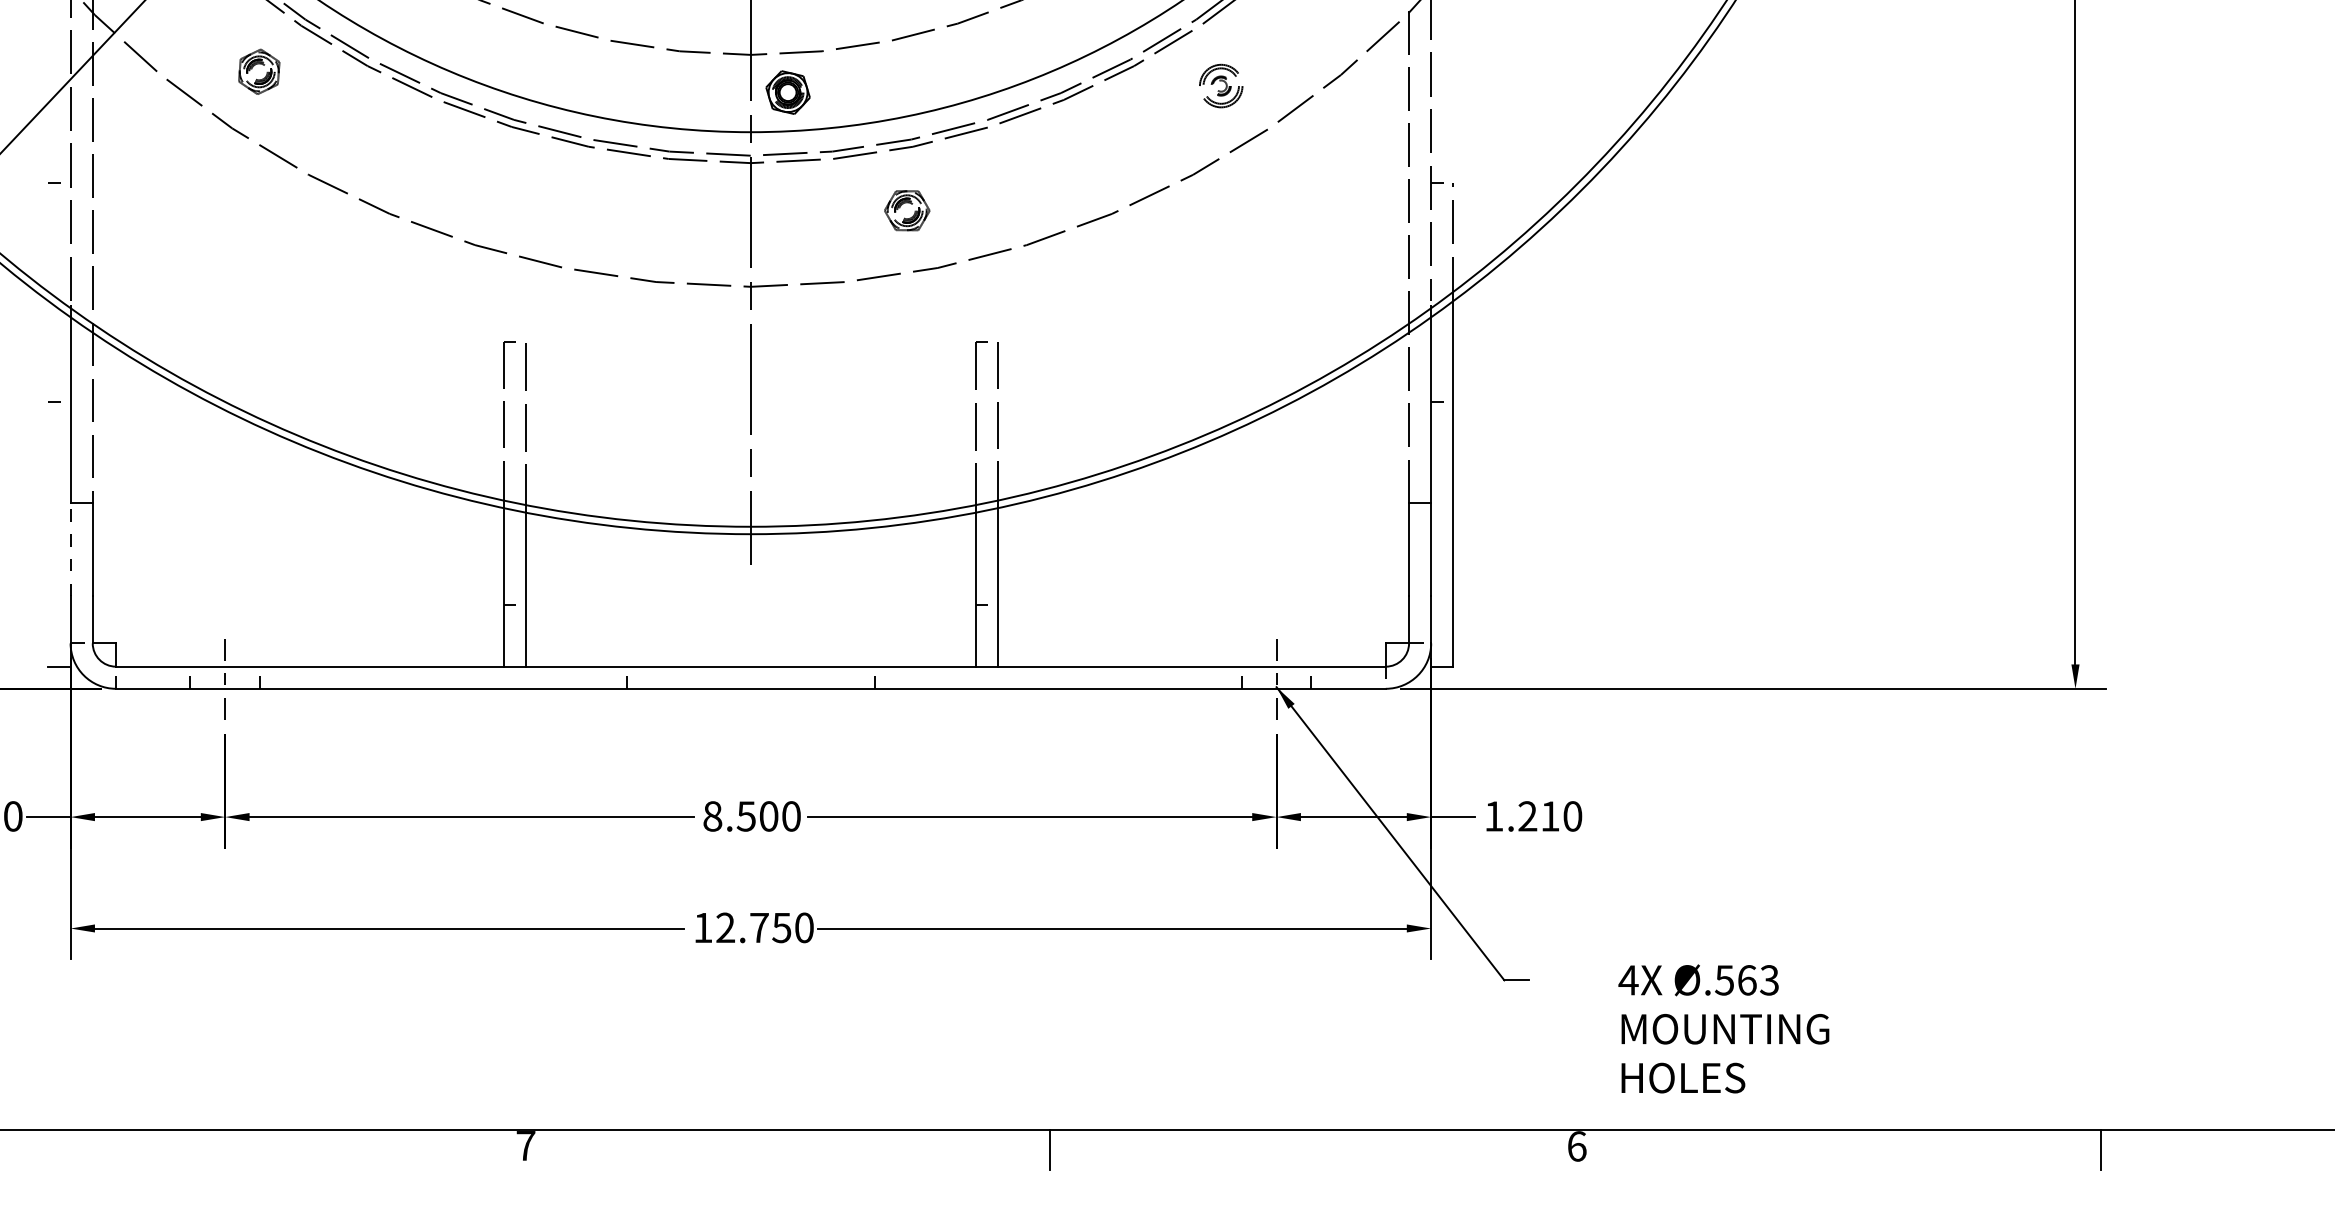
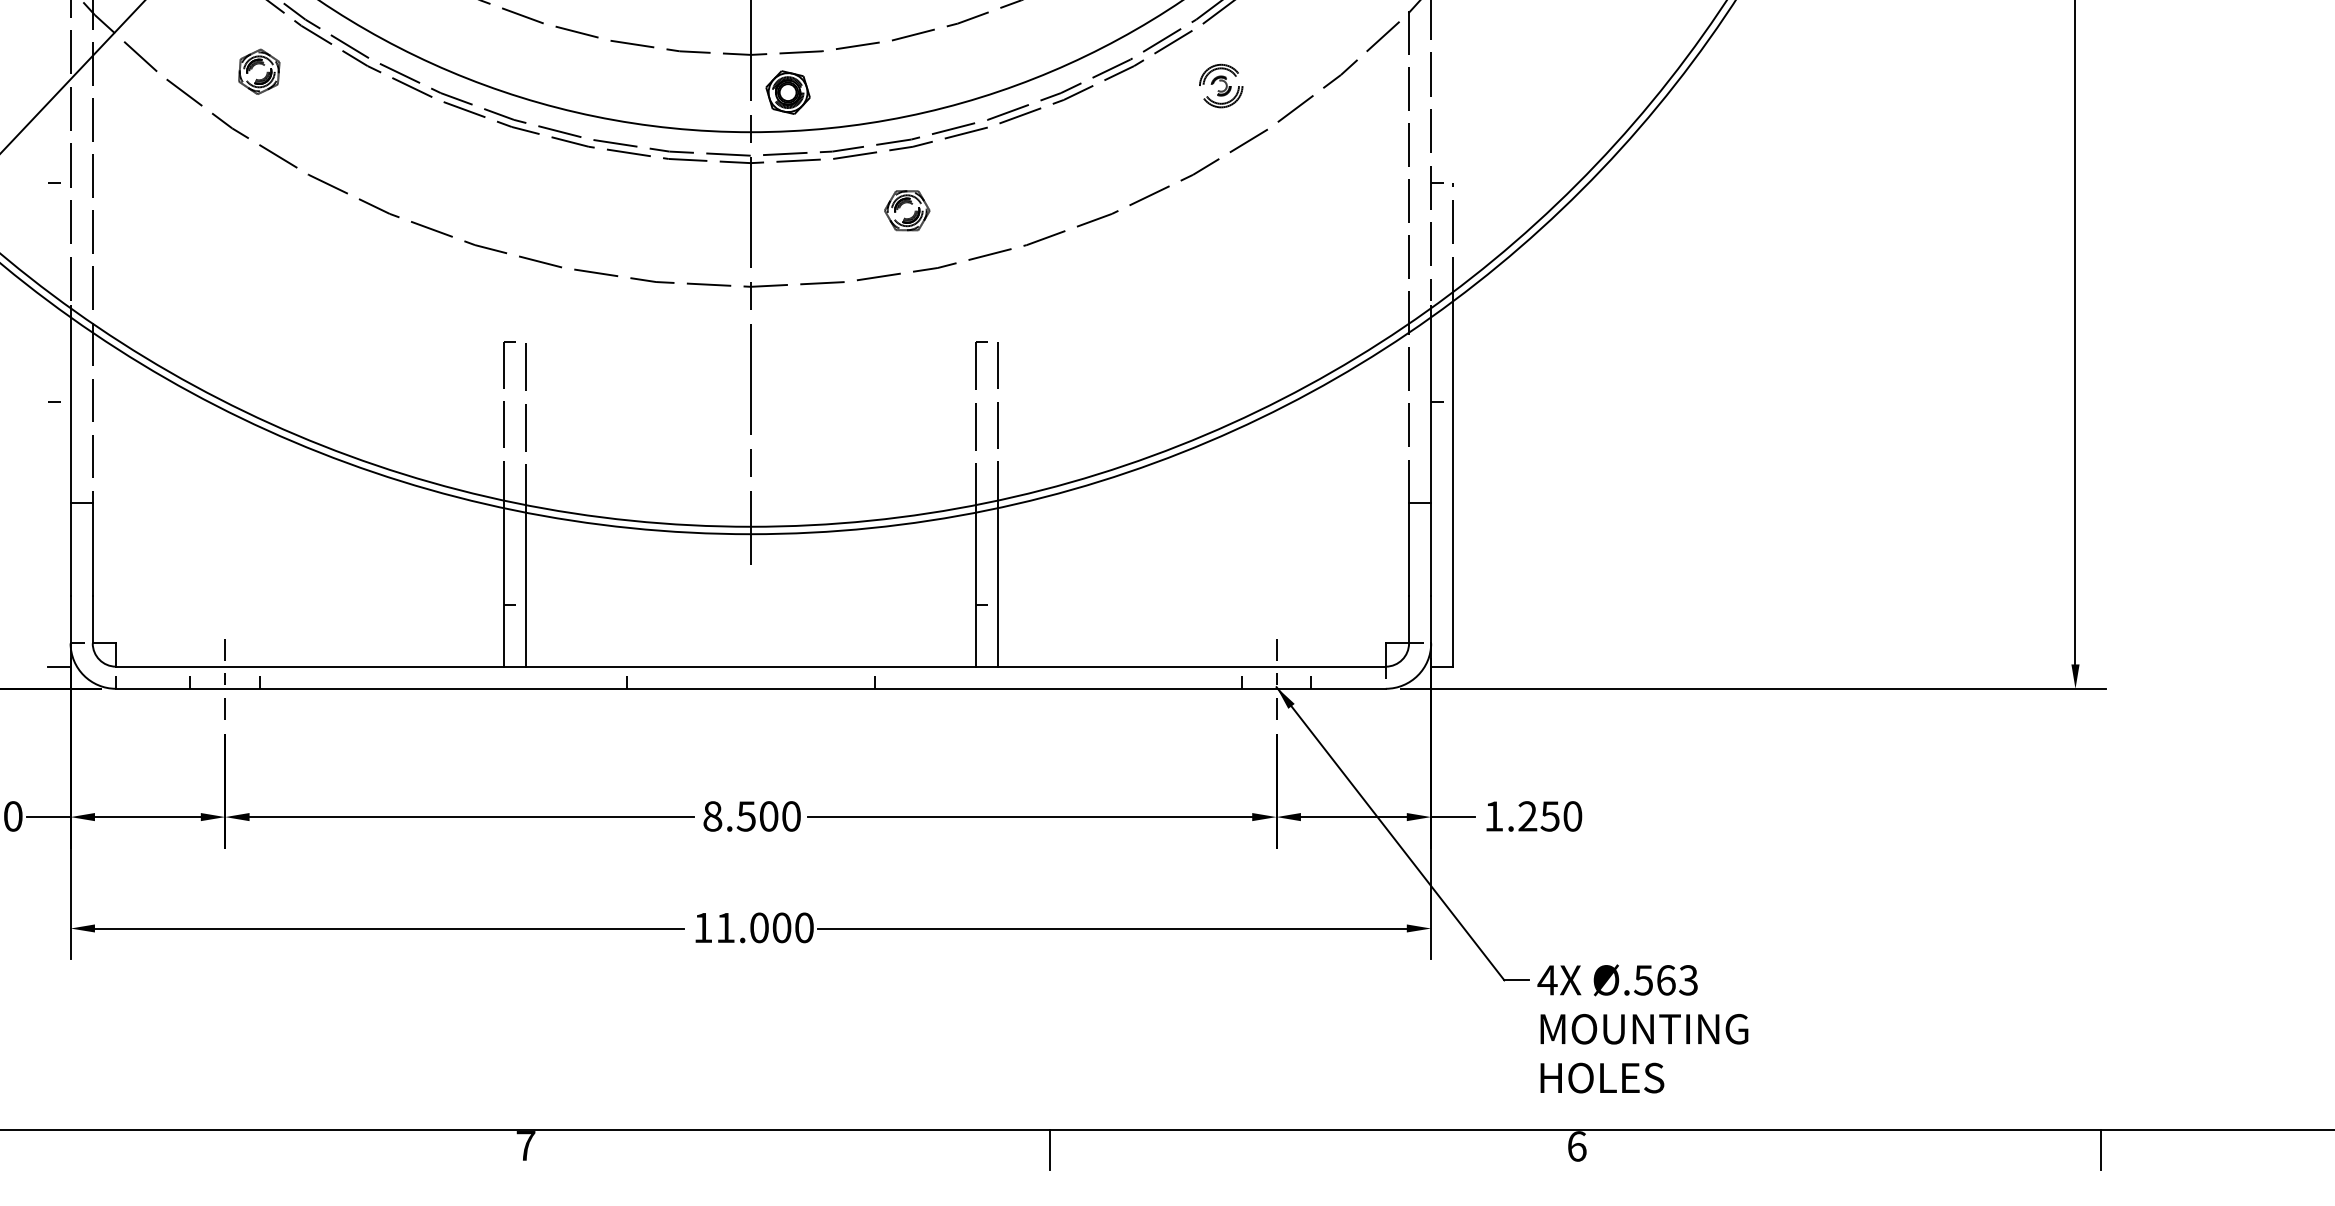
line at (70, 549): dashed -> solid
text at (1549, 816): 1.210 -> 1.250
text at (753, 927): 12.750 -> 11.000
text at (1723, 1028) position: (1723, 1028) -> (1642, 1028)
